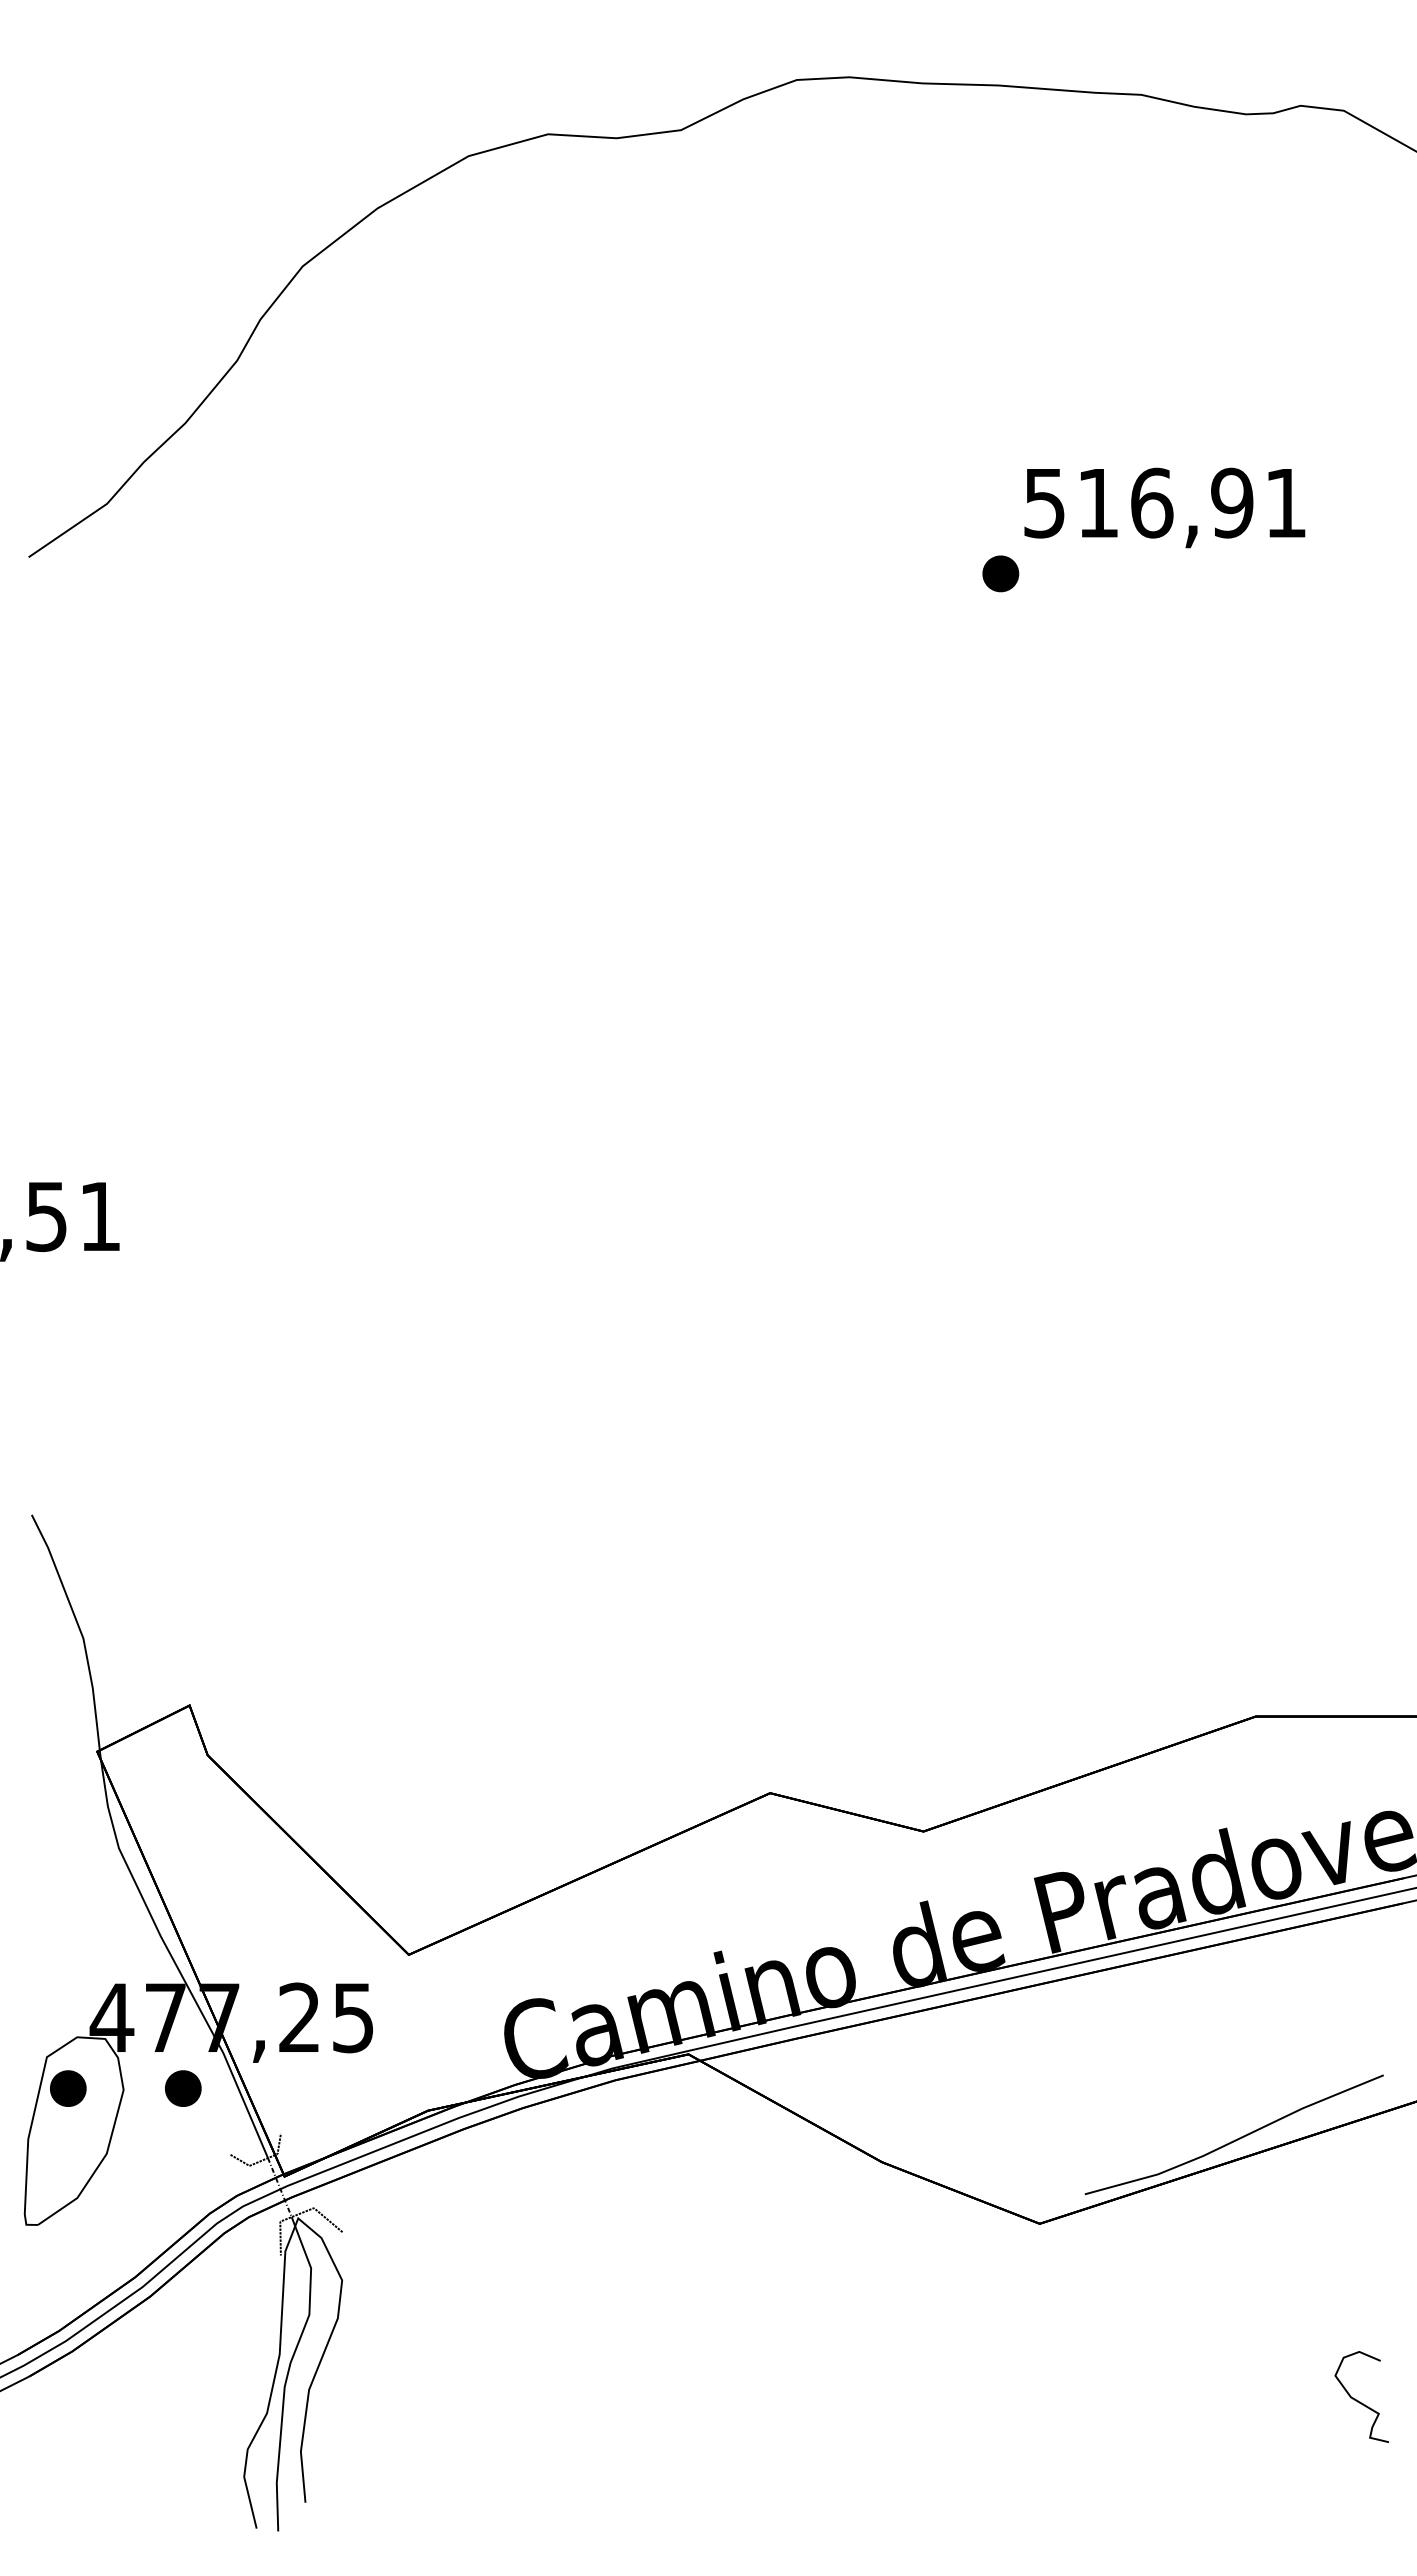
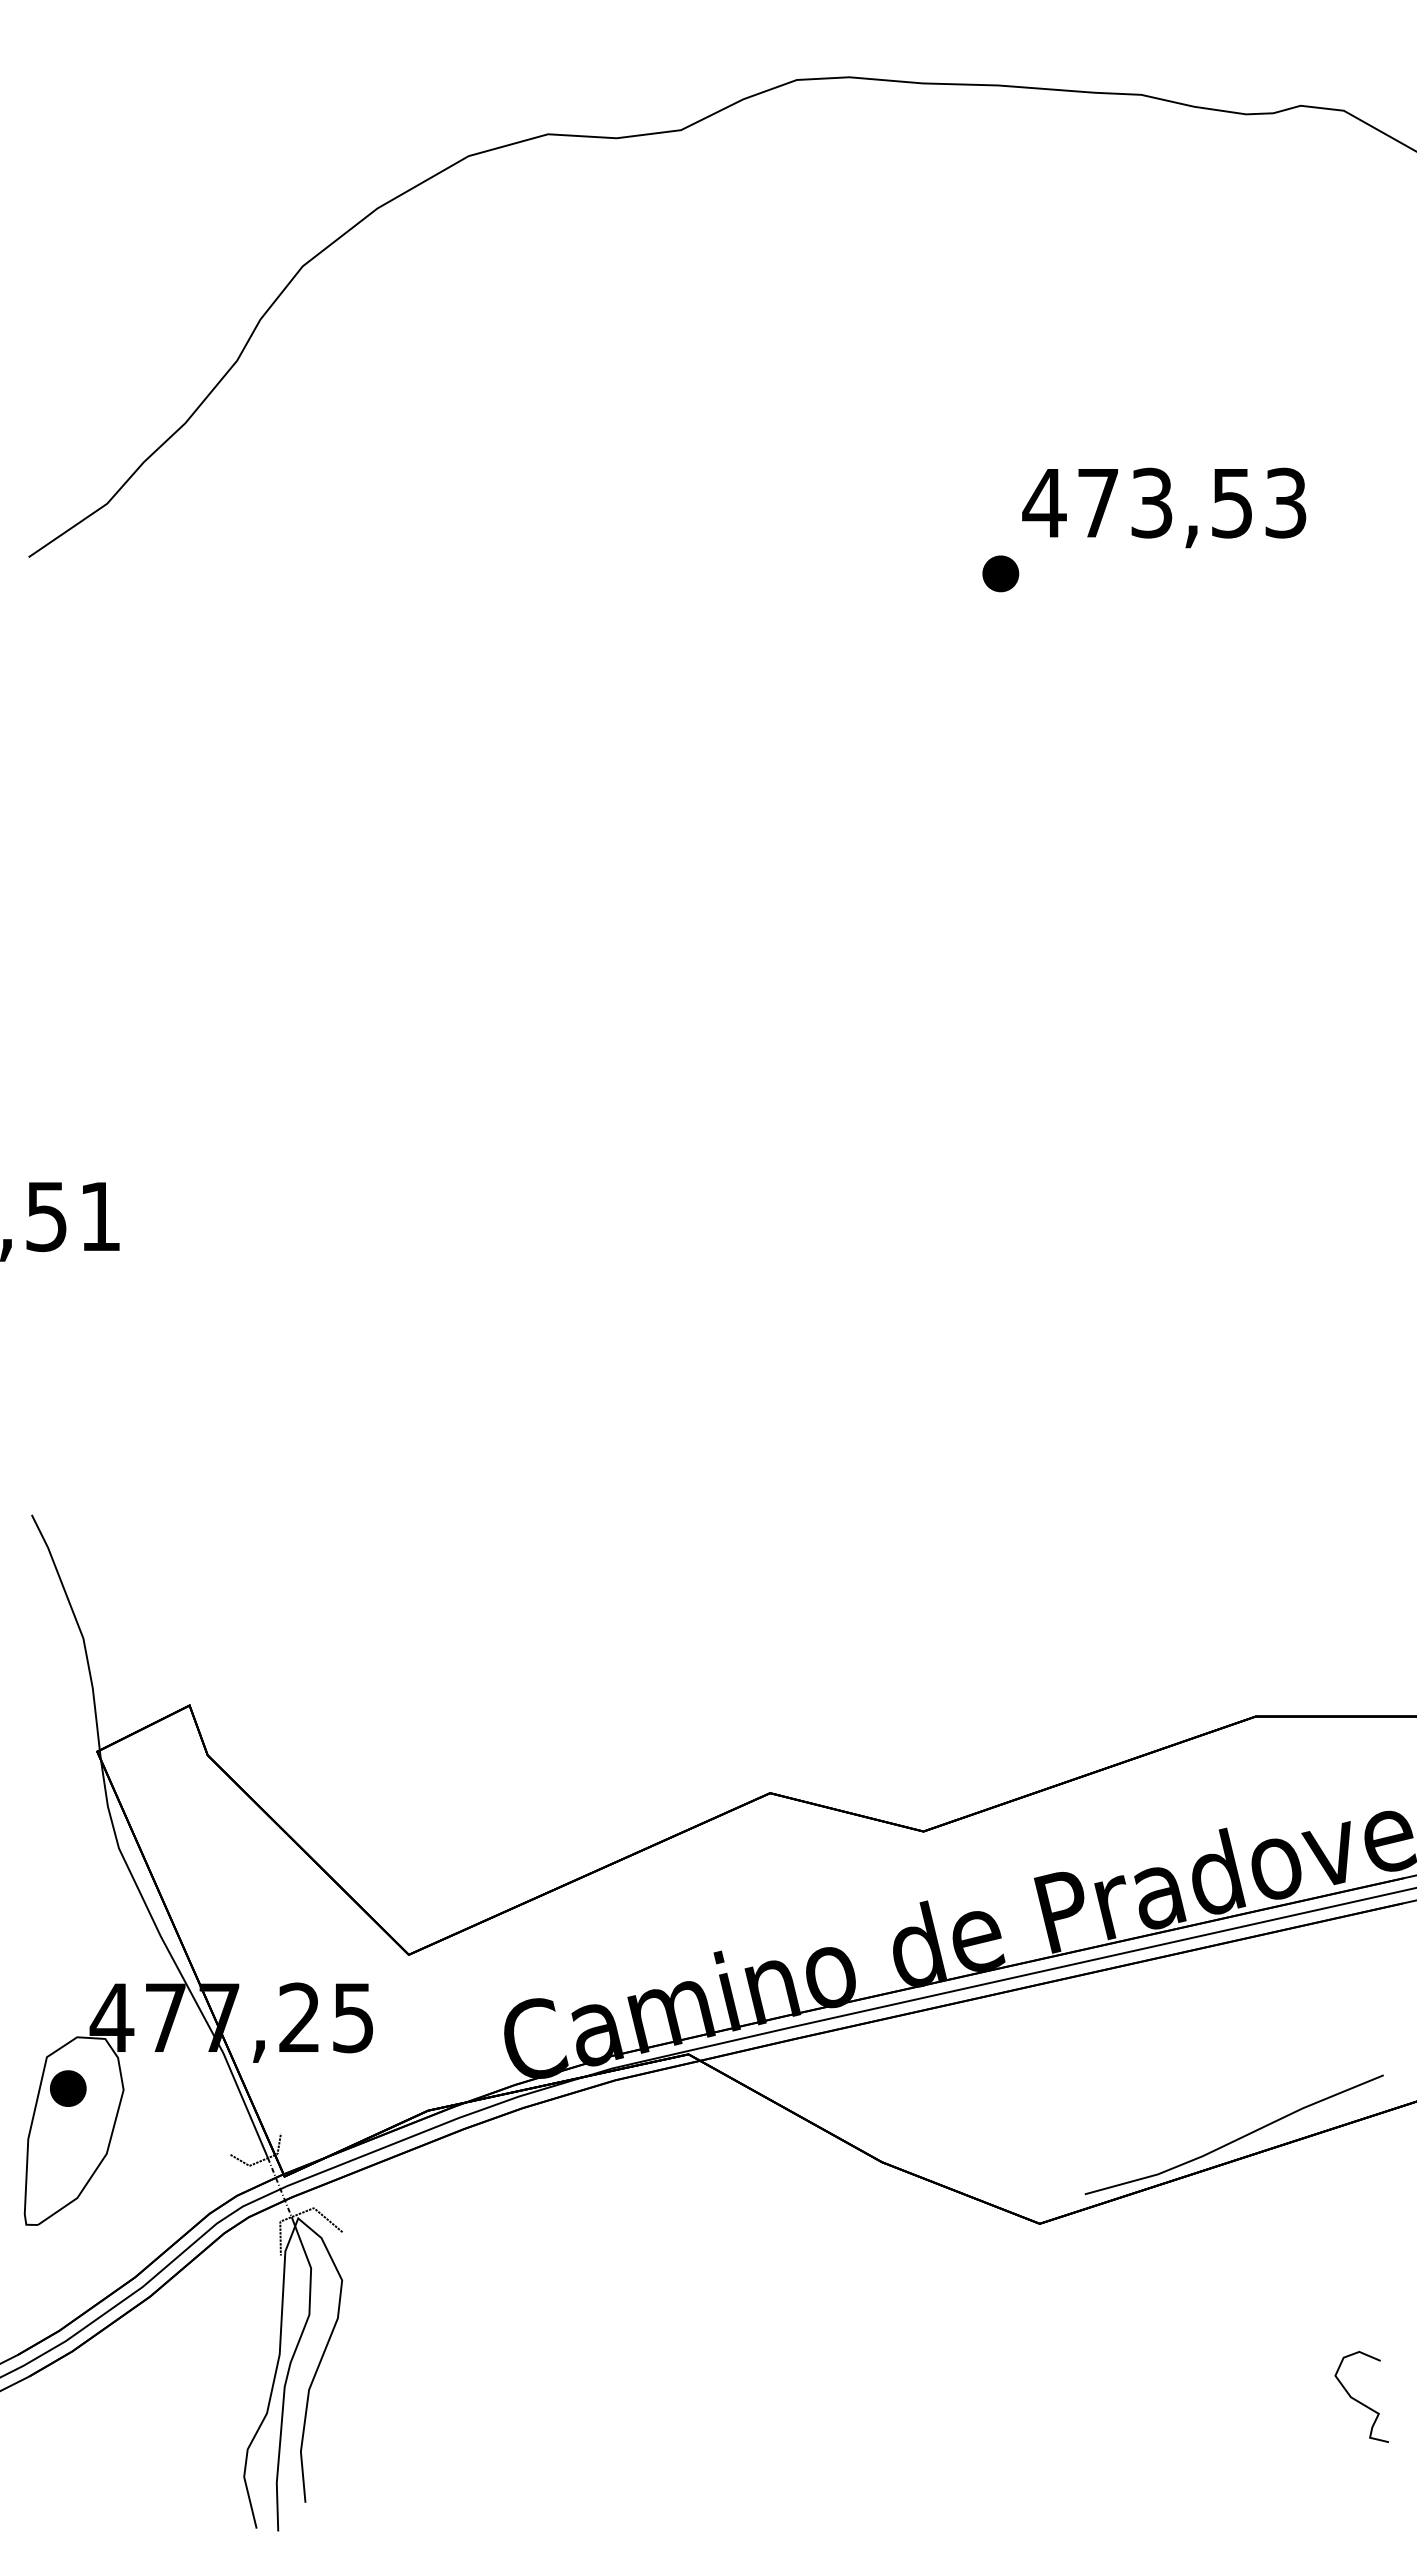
text at (1164, 502): 516,91 -> 473,53
part at (183, 2088): present -> none
